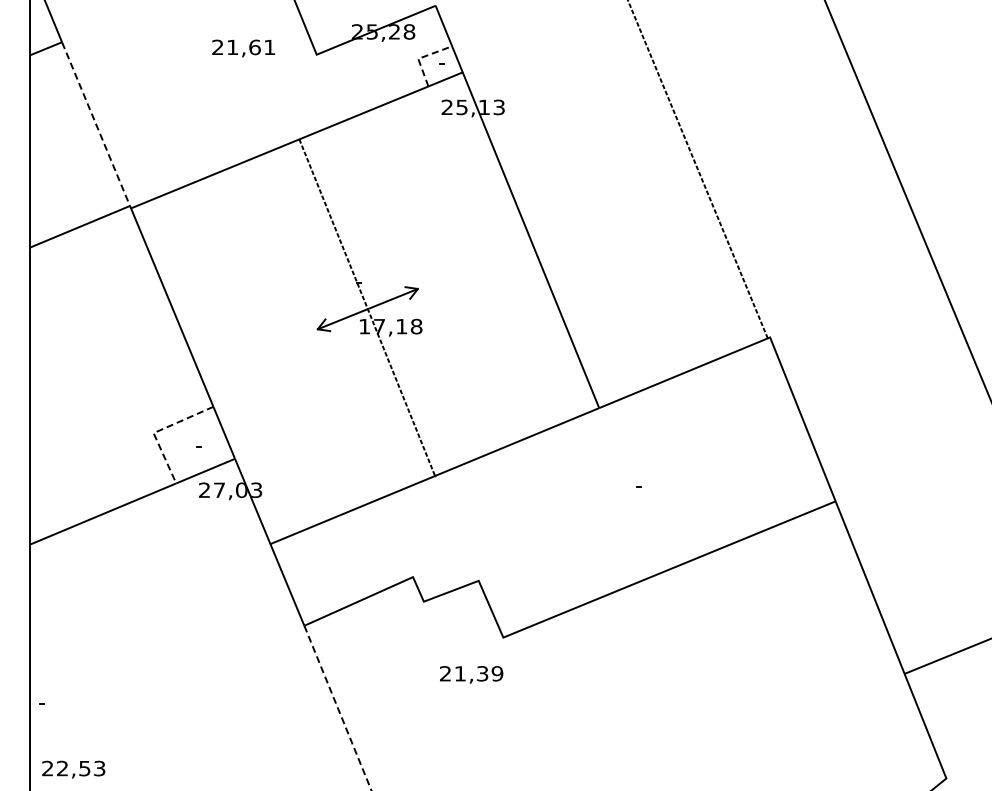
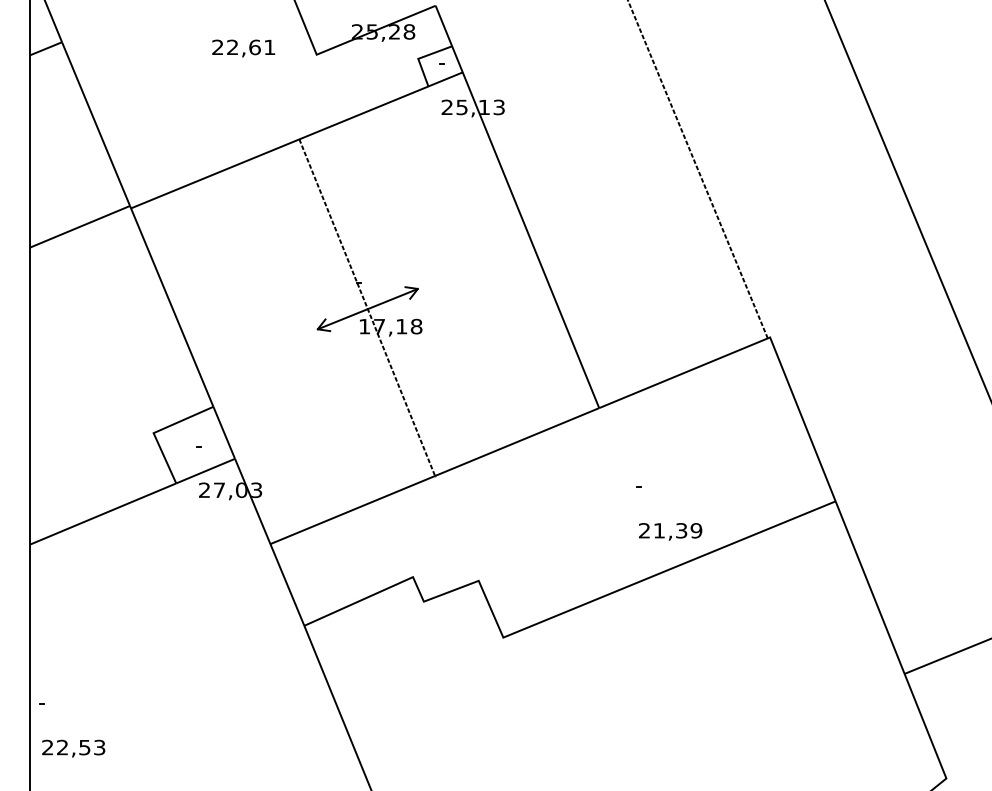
text at (232, 46): 21,61 -> 22,61
line at (421, 57): dashed -> solid
line at (96, 124): dashed -> solid
line at (157, 431): dashed -> solid
text at (471, 674) position: (471, 674) -> (670, 531)
line at (337, 708): dashed -> solid
text at (73, 769) position: (73, 769) -> (73, 748)
